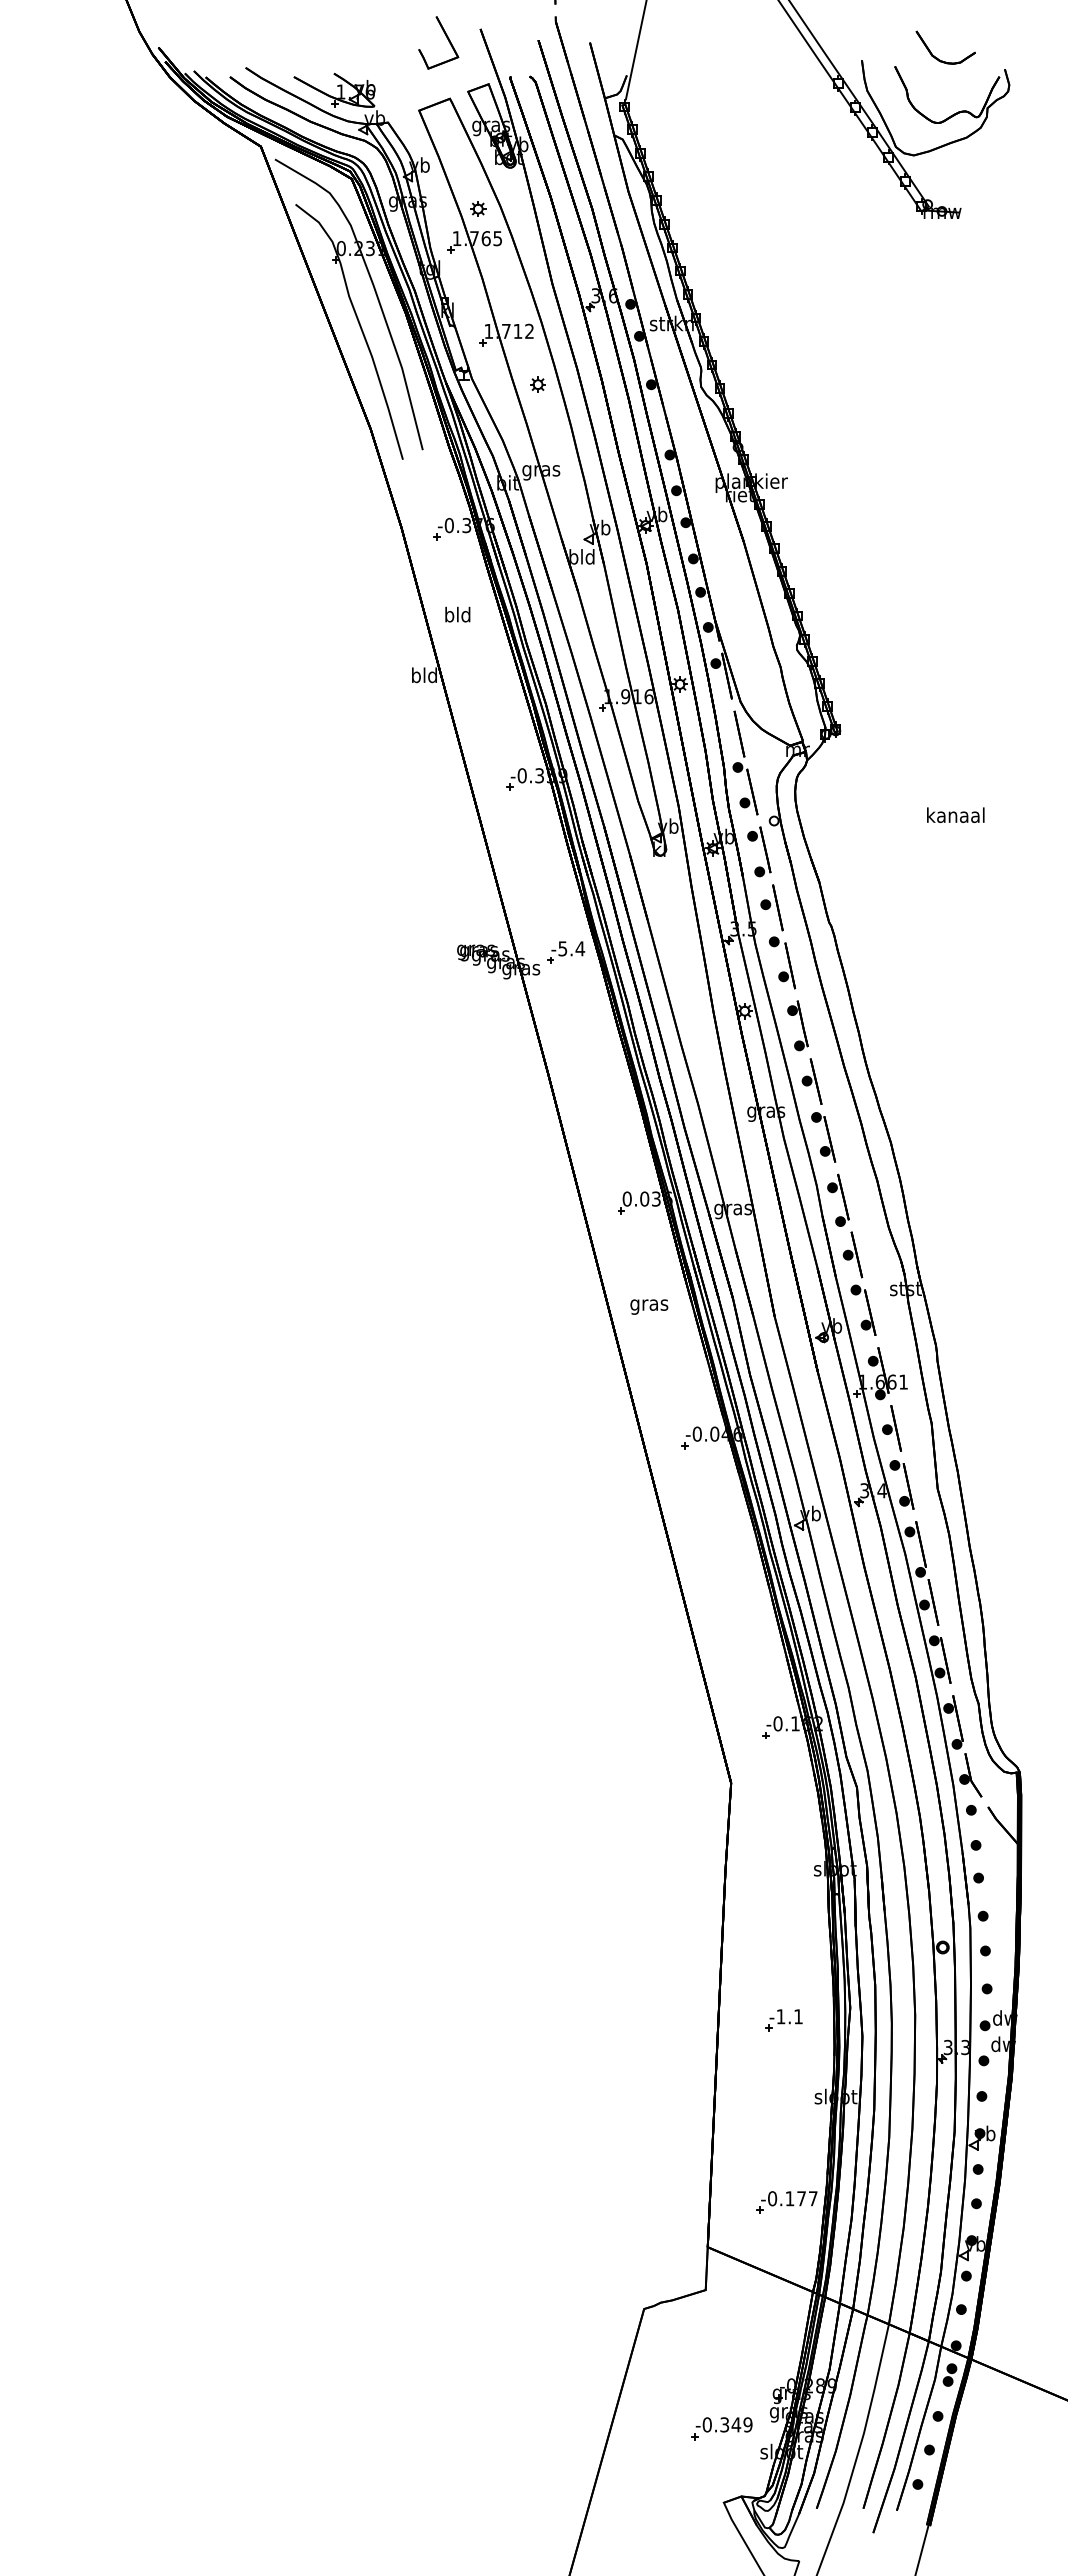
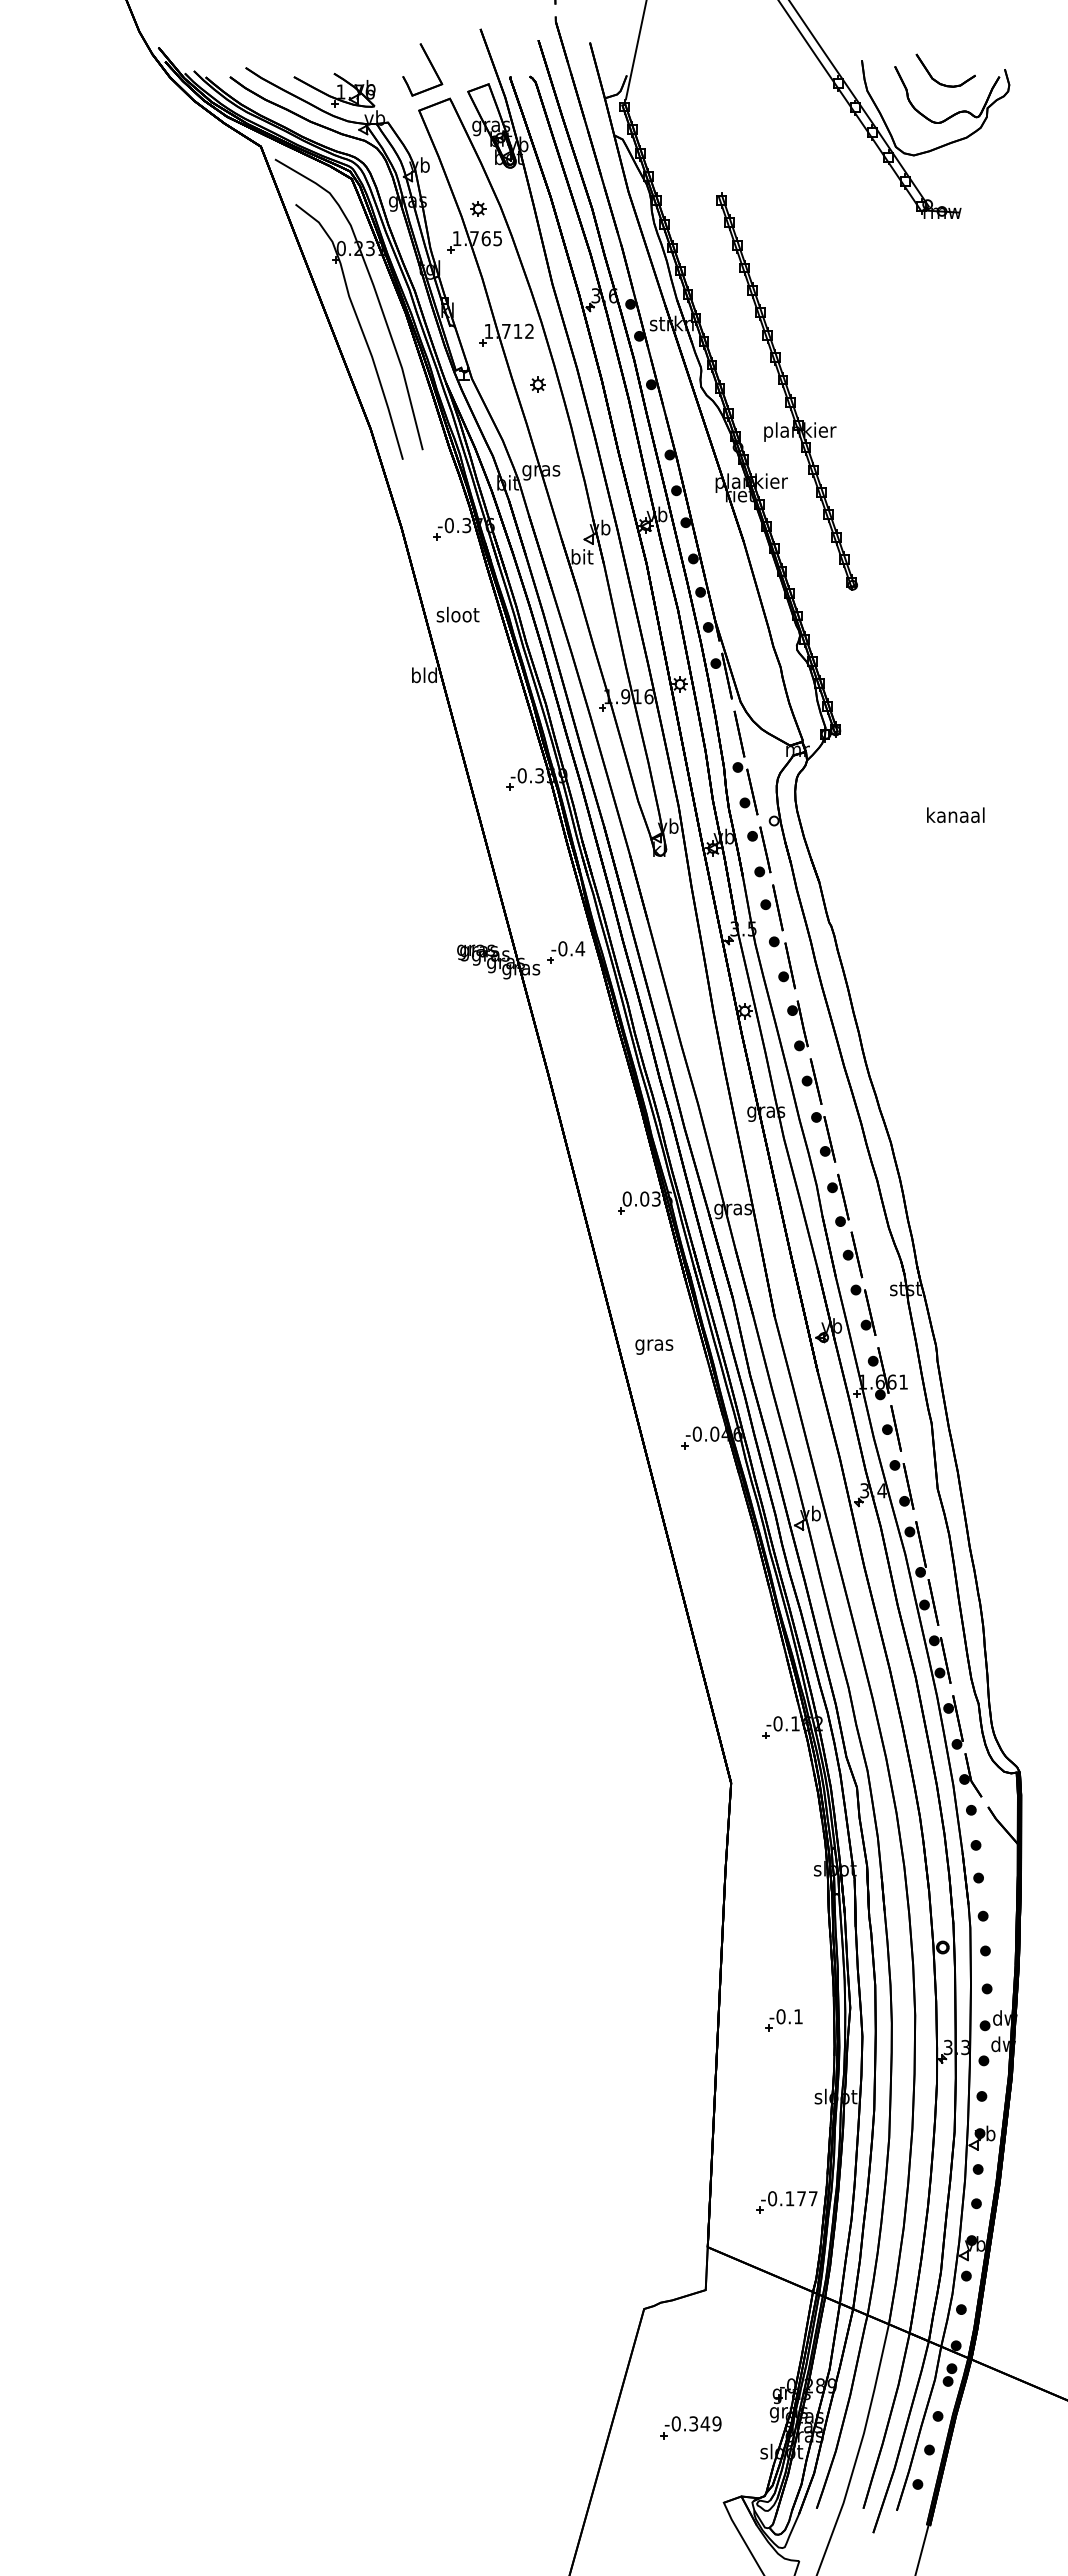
part at (445, 36) position: (445, 36) -> (429, 63)
part at (937, 57) position: (937, 57) -> (937, 80)
part at (786, 391): none -> present
text at (581, 556): bld -> bit
text at (457, 614): bld -> sloot
text at (562, 948): -5.4 -> -0.4
text at (649, 1306) position: (649, 1306) -> (654, 1346)
text at (780, 2016): -1.1 -> -0.1
part at (721, 2428) position: (721, 2428) -> (690, 2427)
